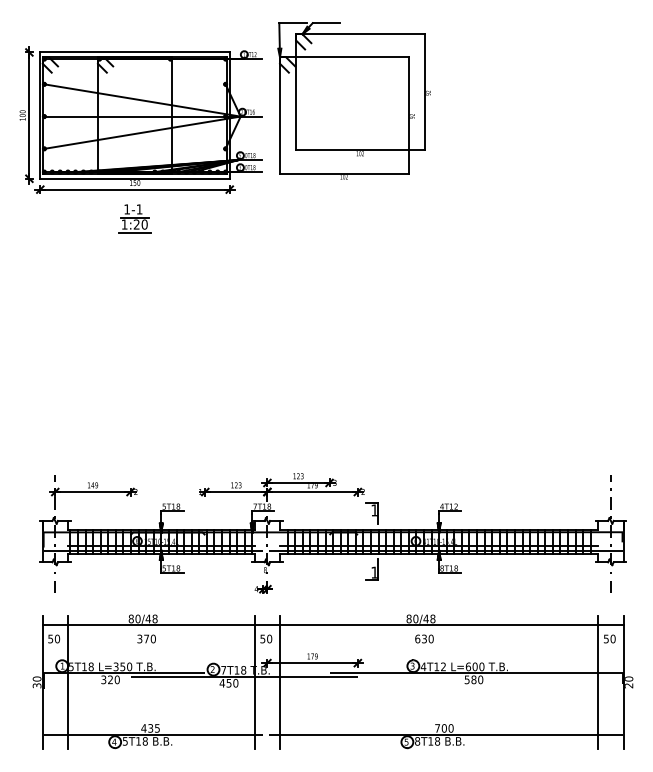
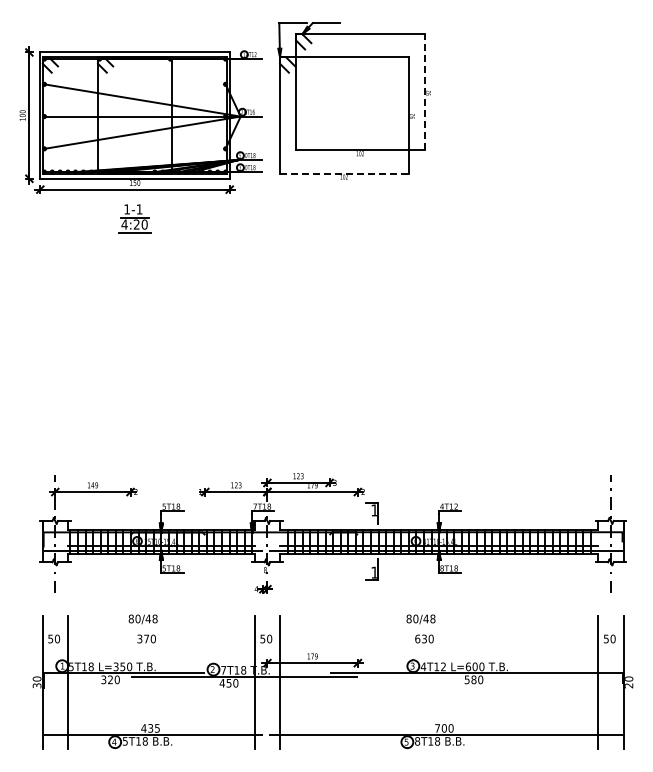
line at (424, 91): solid -> dashed
line at (344, 173): solid -> dashed
text at (124, 224): 1:20 -> 4:20
line at (332, 624): present -> none
